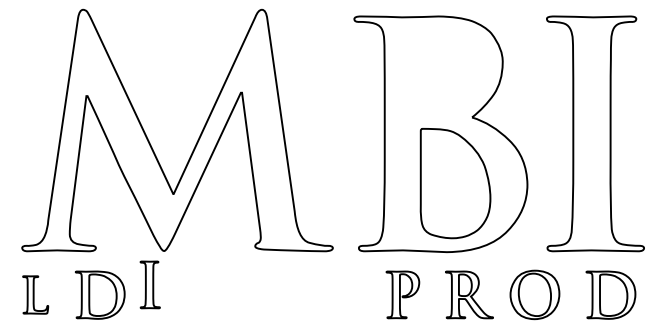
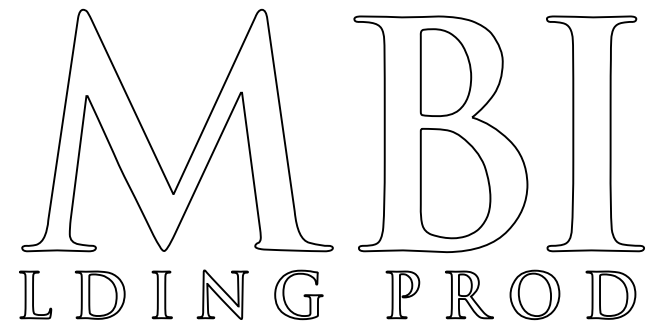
part at (445, 72): none -> present
part at (149, 284) position: (149, 284) -> (161, 294)
part at (35, 294) size: 28x40 px -> 34x50 px
part at (222, 294): none -> present
part at (298, 294): none -> present
